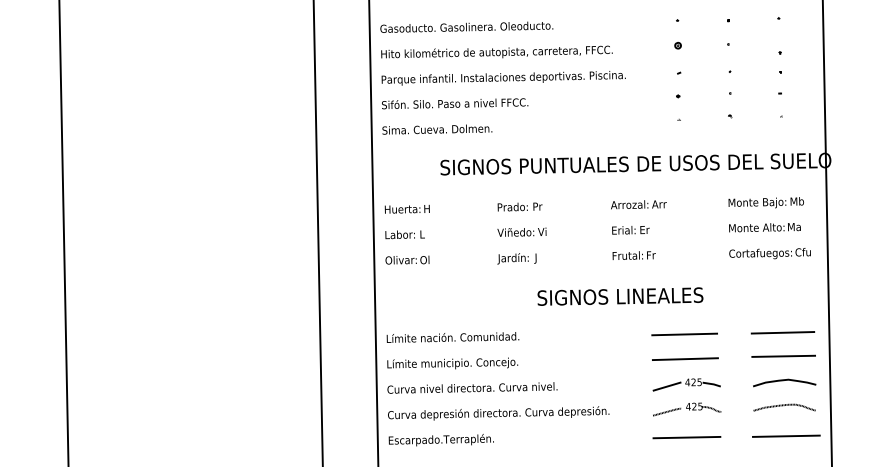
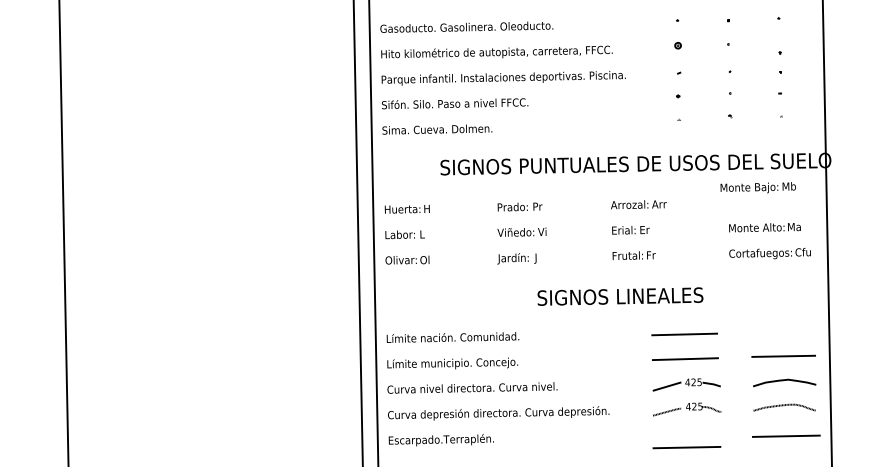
text at (765, 202) position: (765, 202) -> (757, 187)
line at (317, 232) position: (317, 232) -> (357, 232)
line at (782, 332): present -> none
line at (686, 437) position: (686, 437) -> (686, 447)
